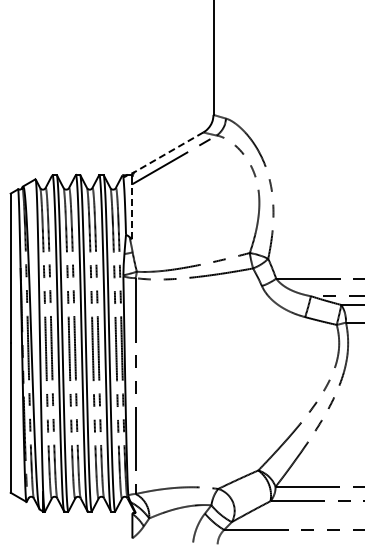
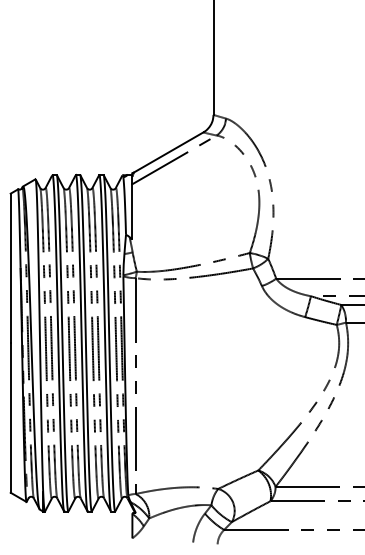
line at (168, 152): dashed -> solid
line at (132, 211): dashed -> solid
